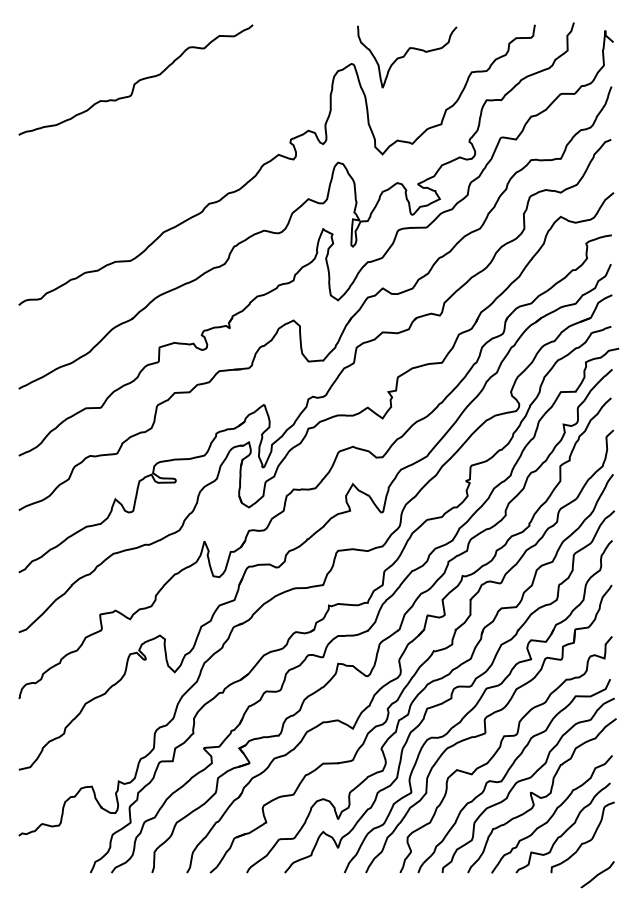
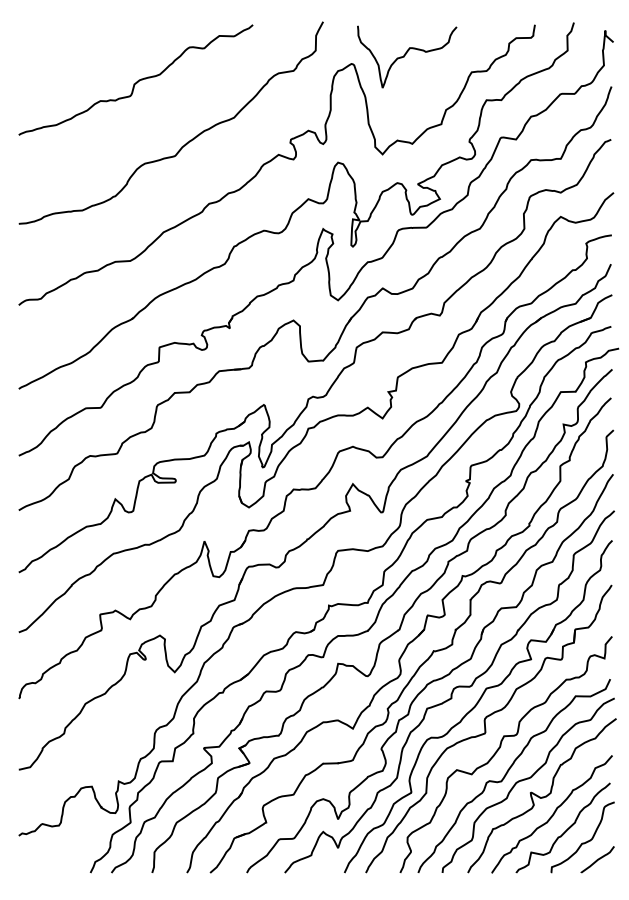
curve at (186, 142): none -> present
curve at (597, 874) position: (597, 874) -> (597, 859)
